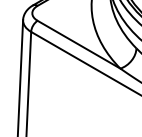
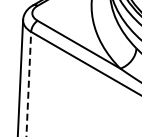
line at (28, 83): solid -> dashed
